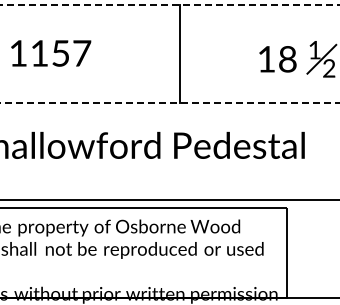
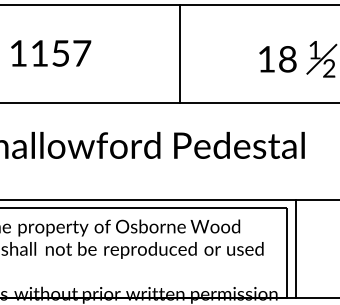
line at (169, 5): dashed -> solid
line at (169, 102): dashed -> solid
line at (296, 249): none -> present
